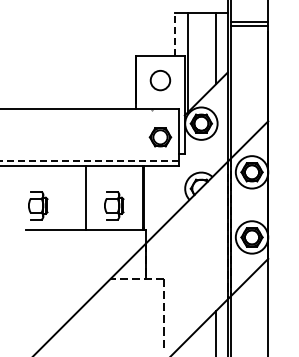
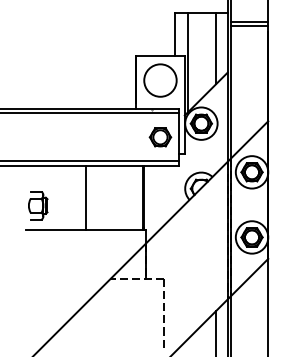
line at (175, 34): dashed -> solid
circle at (160, 80) diameter: 19 px -> 32 px
line at (90, 113): none -> present
line at (89, 161): dashed -> solid
part at (114, 205): present -> none
